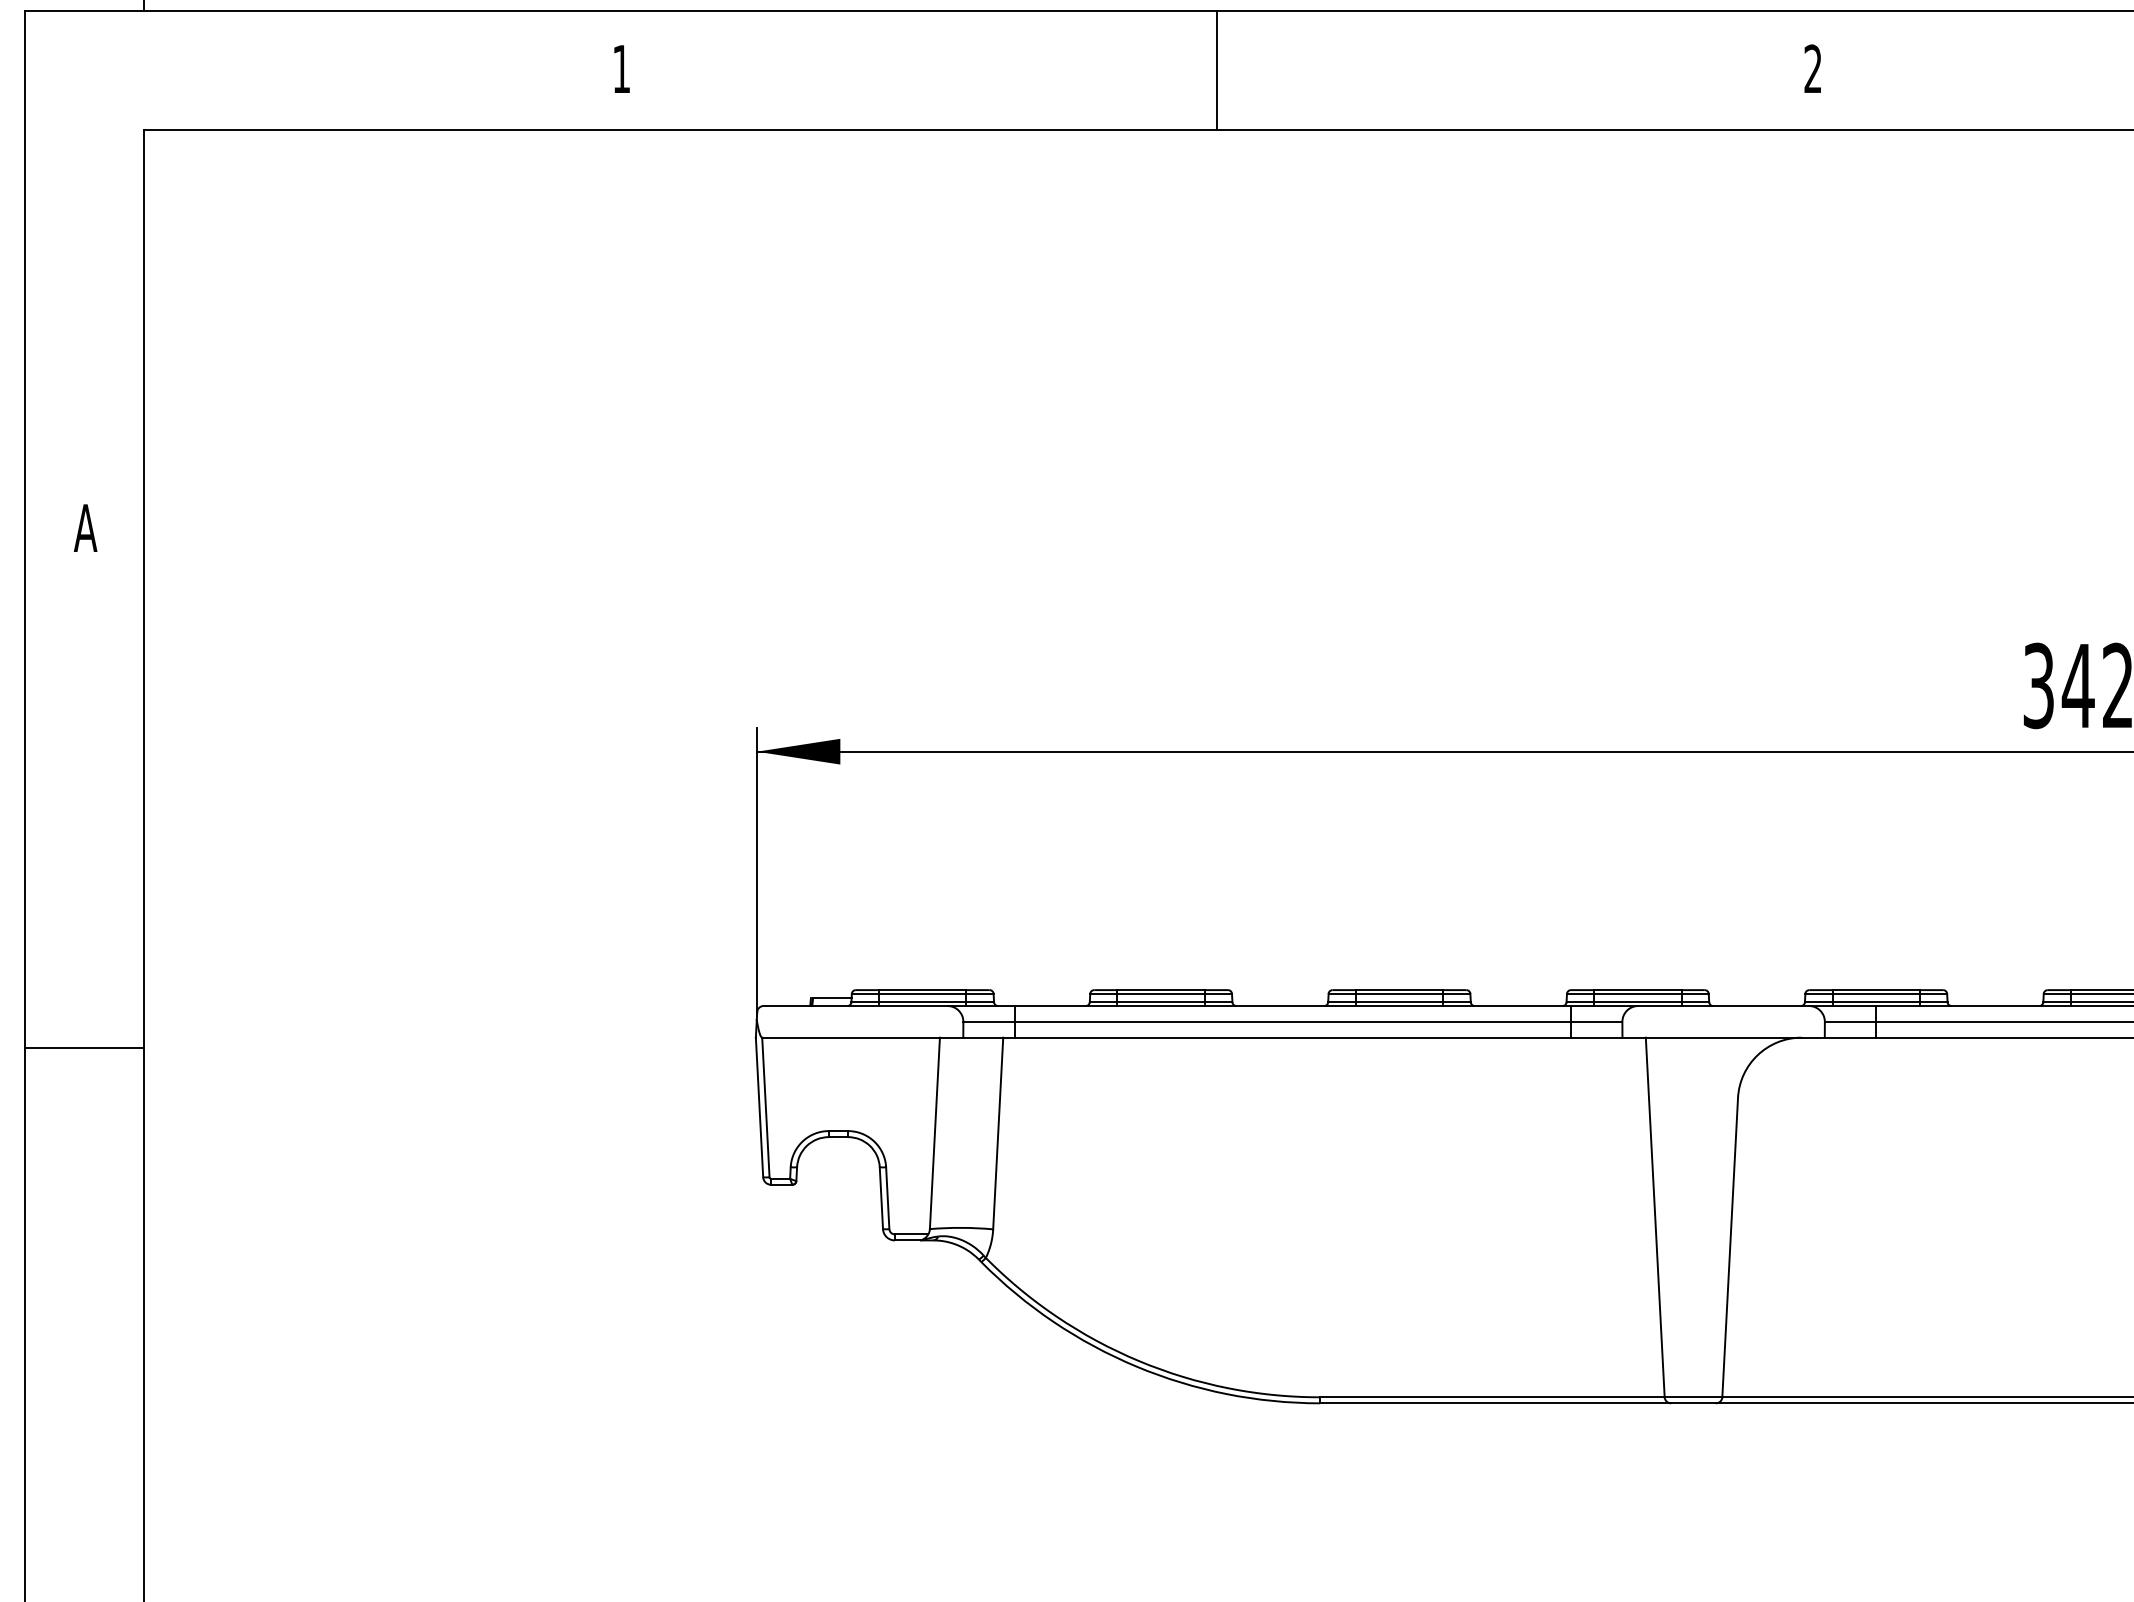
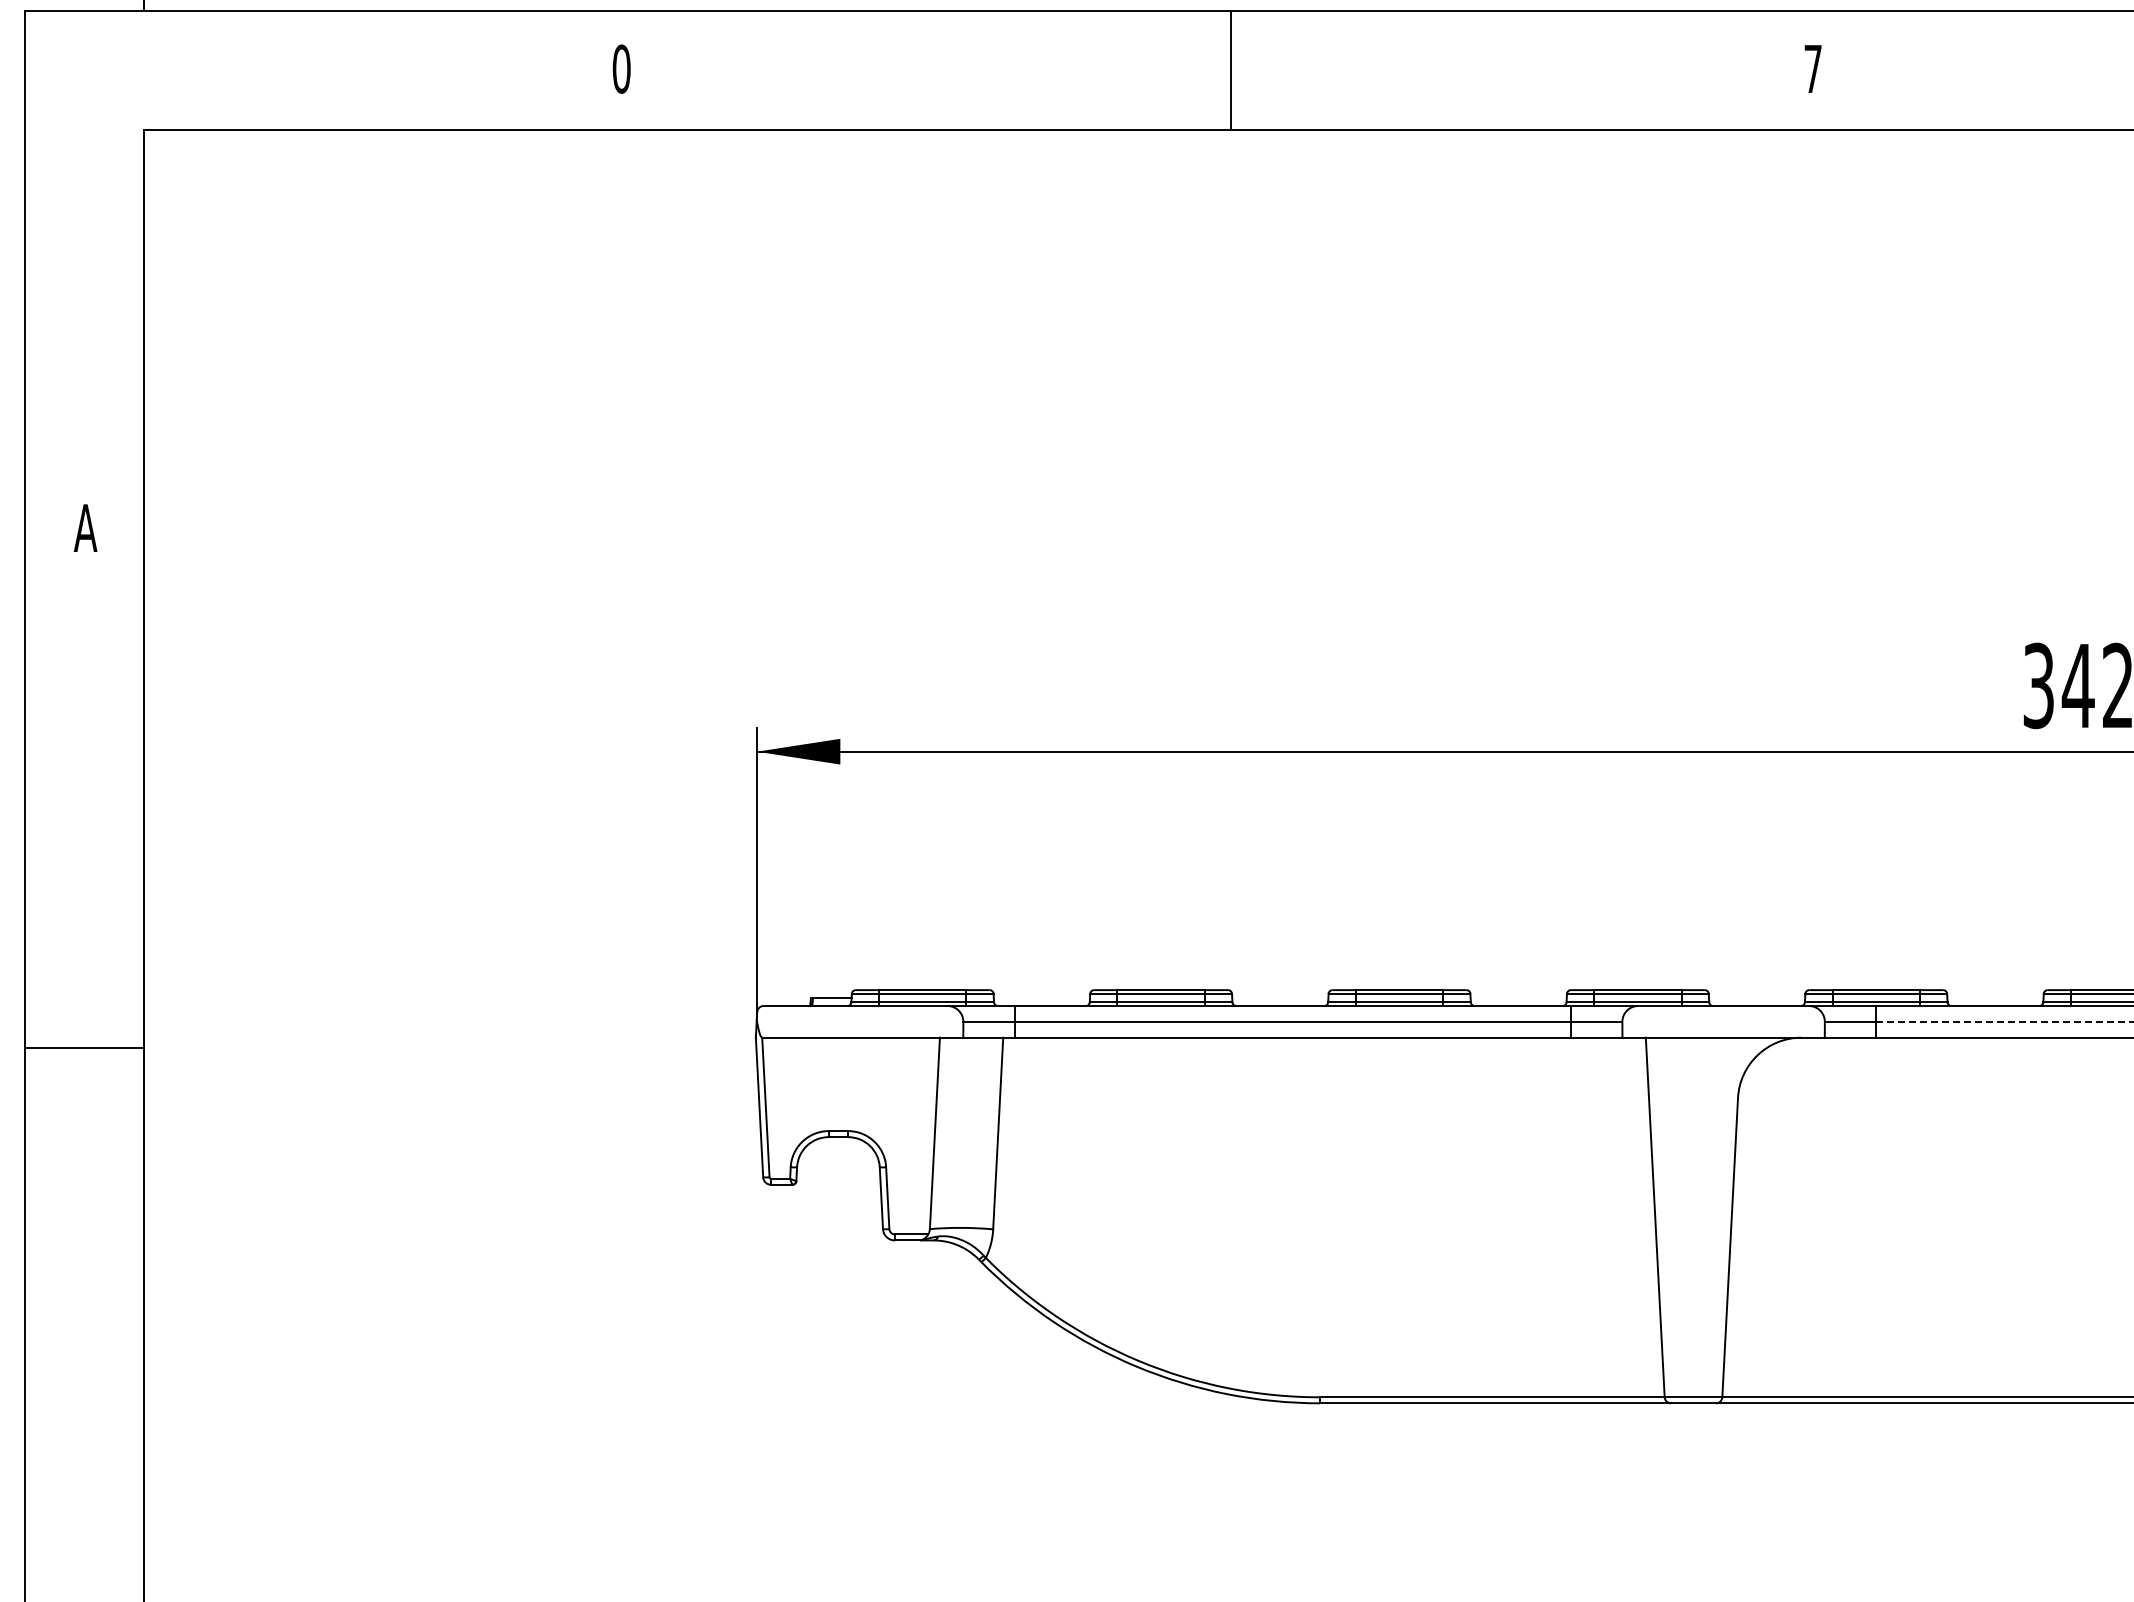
text at (621, 68): 1 -> 0
text at (1812, 68): 2 -> 7
line at (1216, 70) position: (1216, 70) -> (1230, 70)
line at (2005, 1021): solid -> dashed
